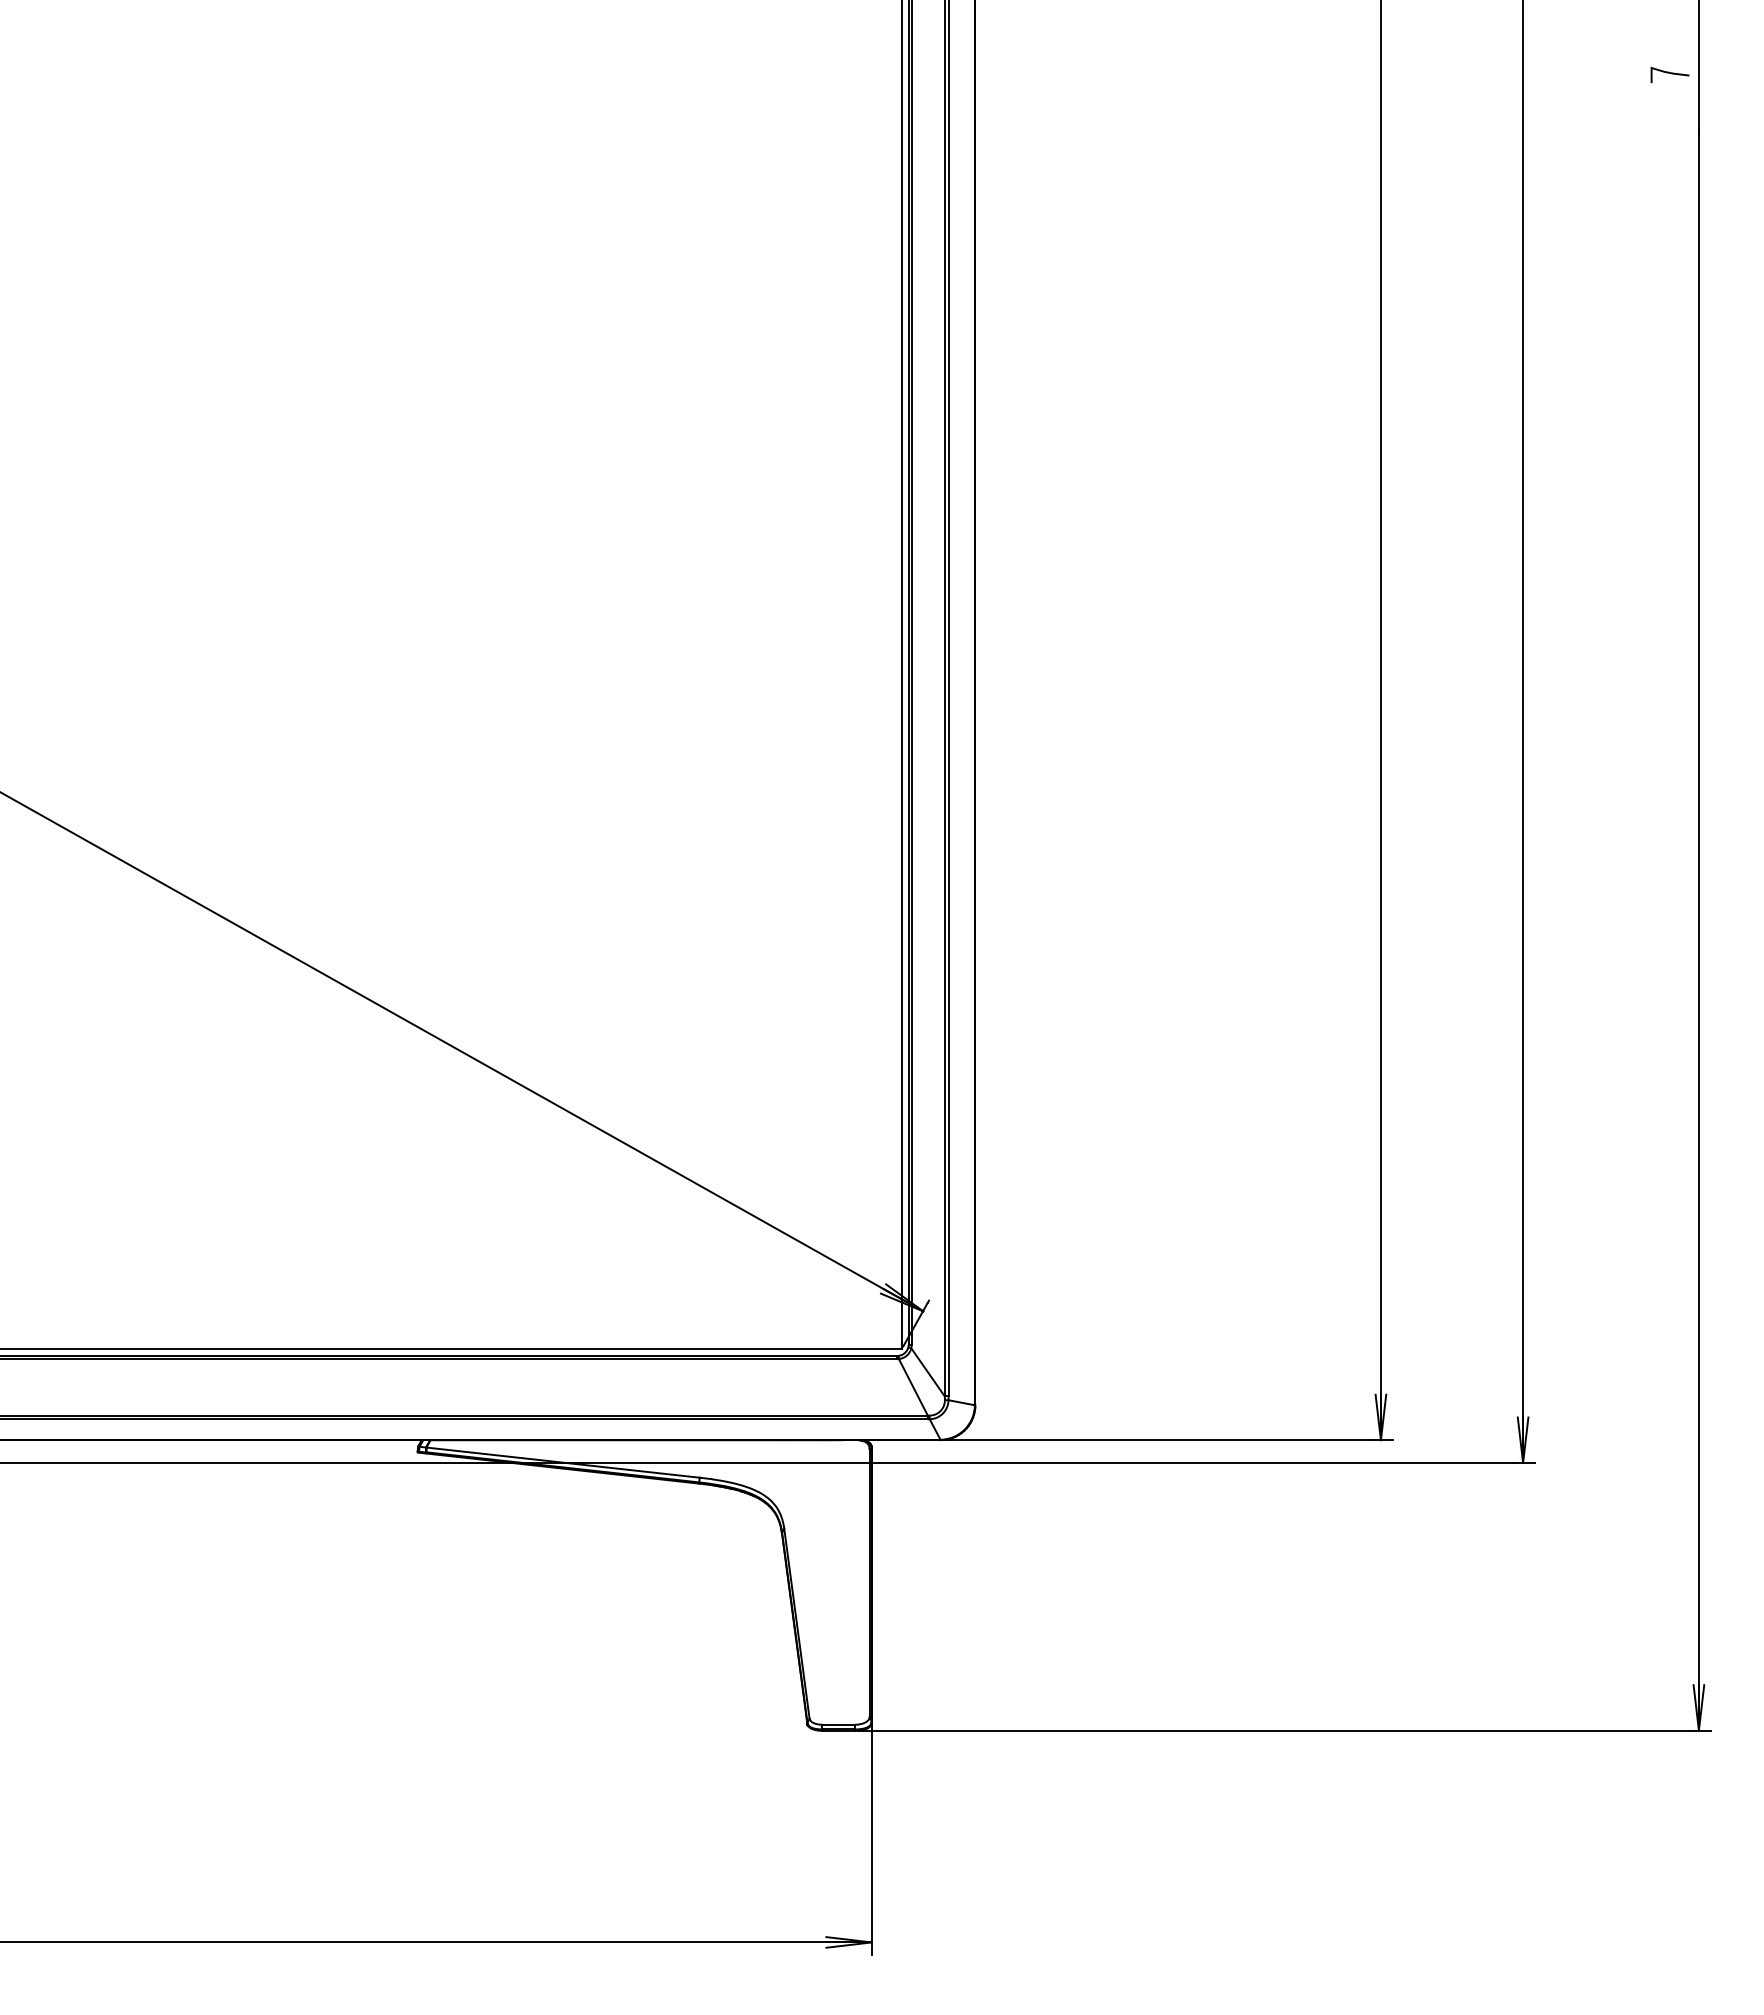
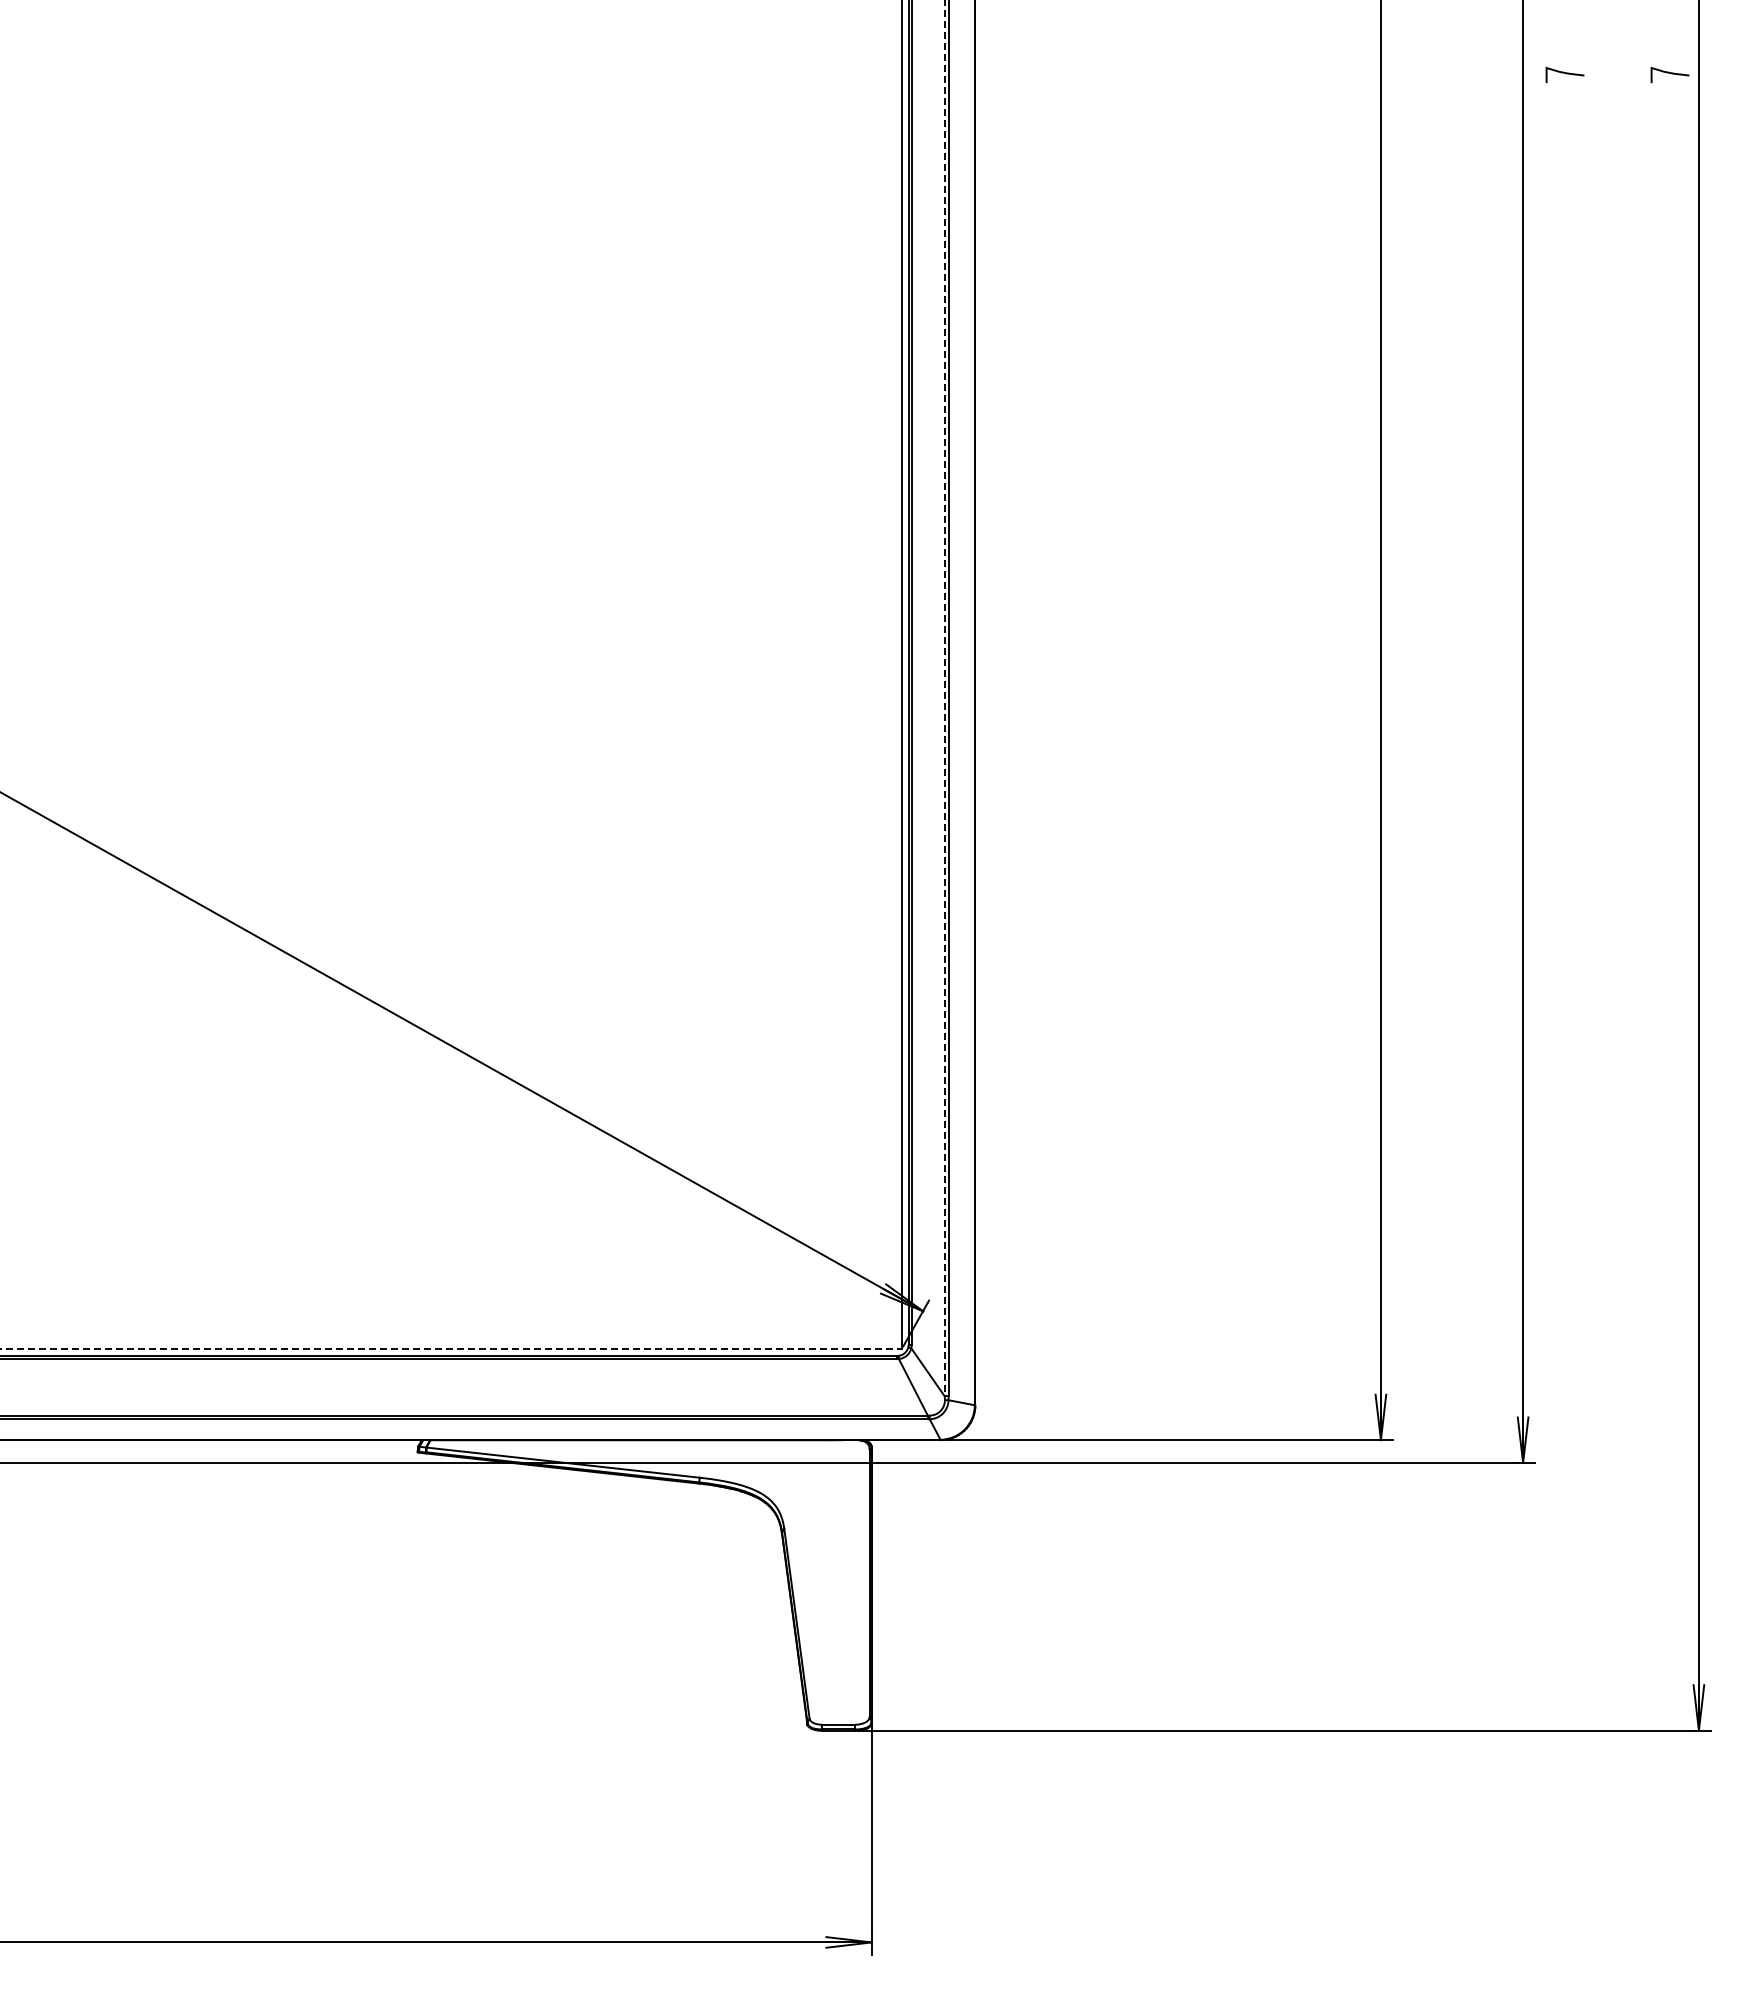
curve at (1564, 73): none -> present
line at (944, 698): solid -> dashed
line at (451, 1349): solid -> dashed
